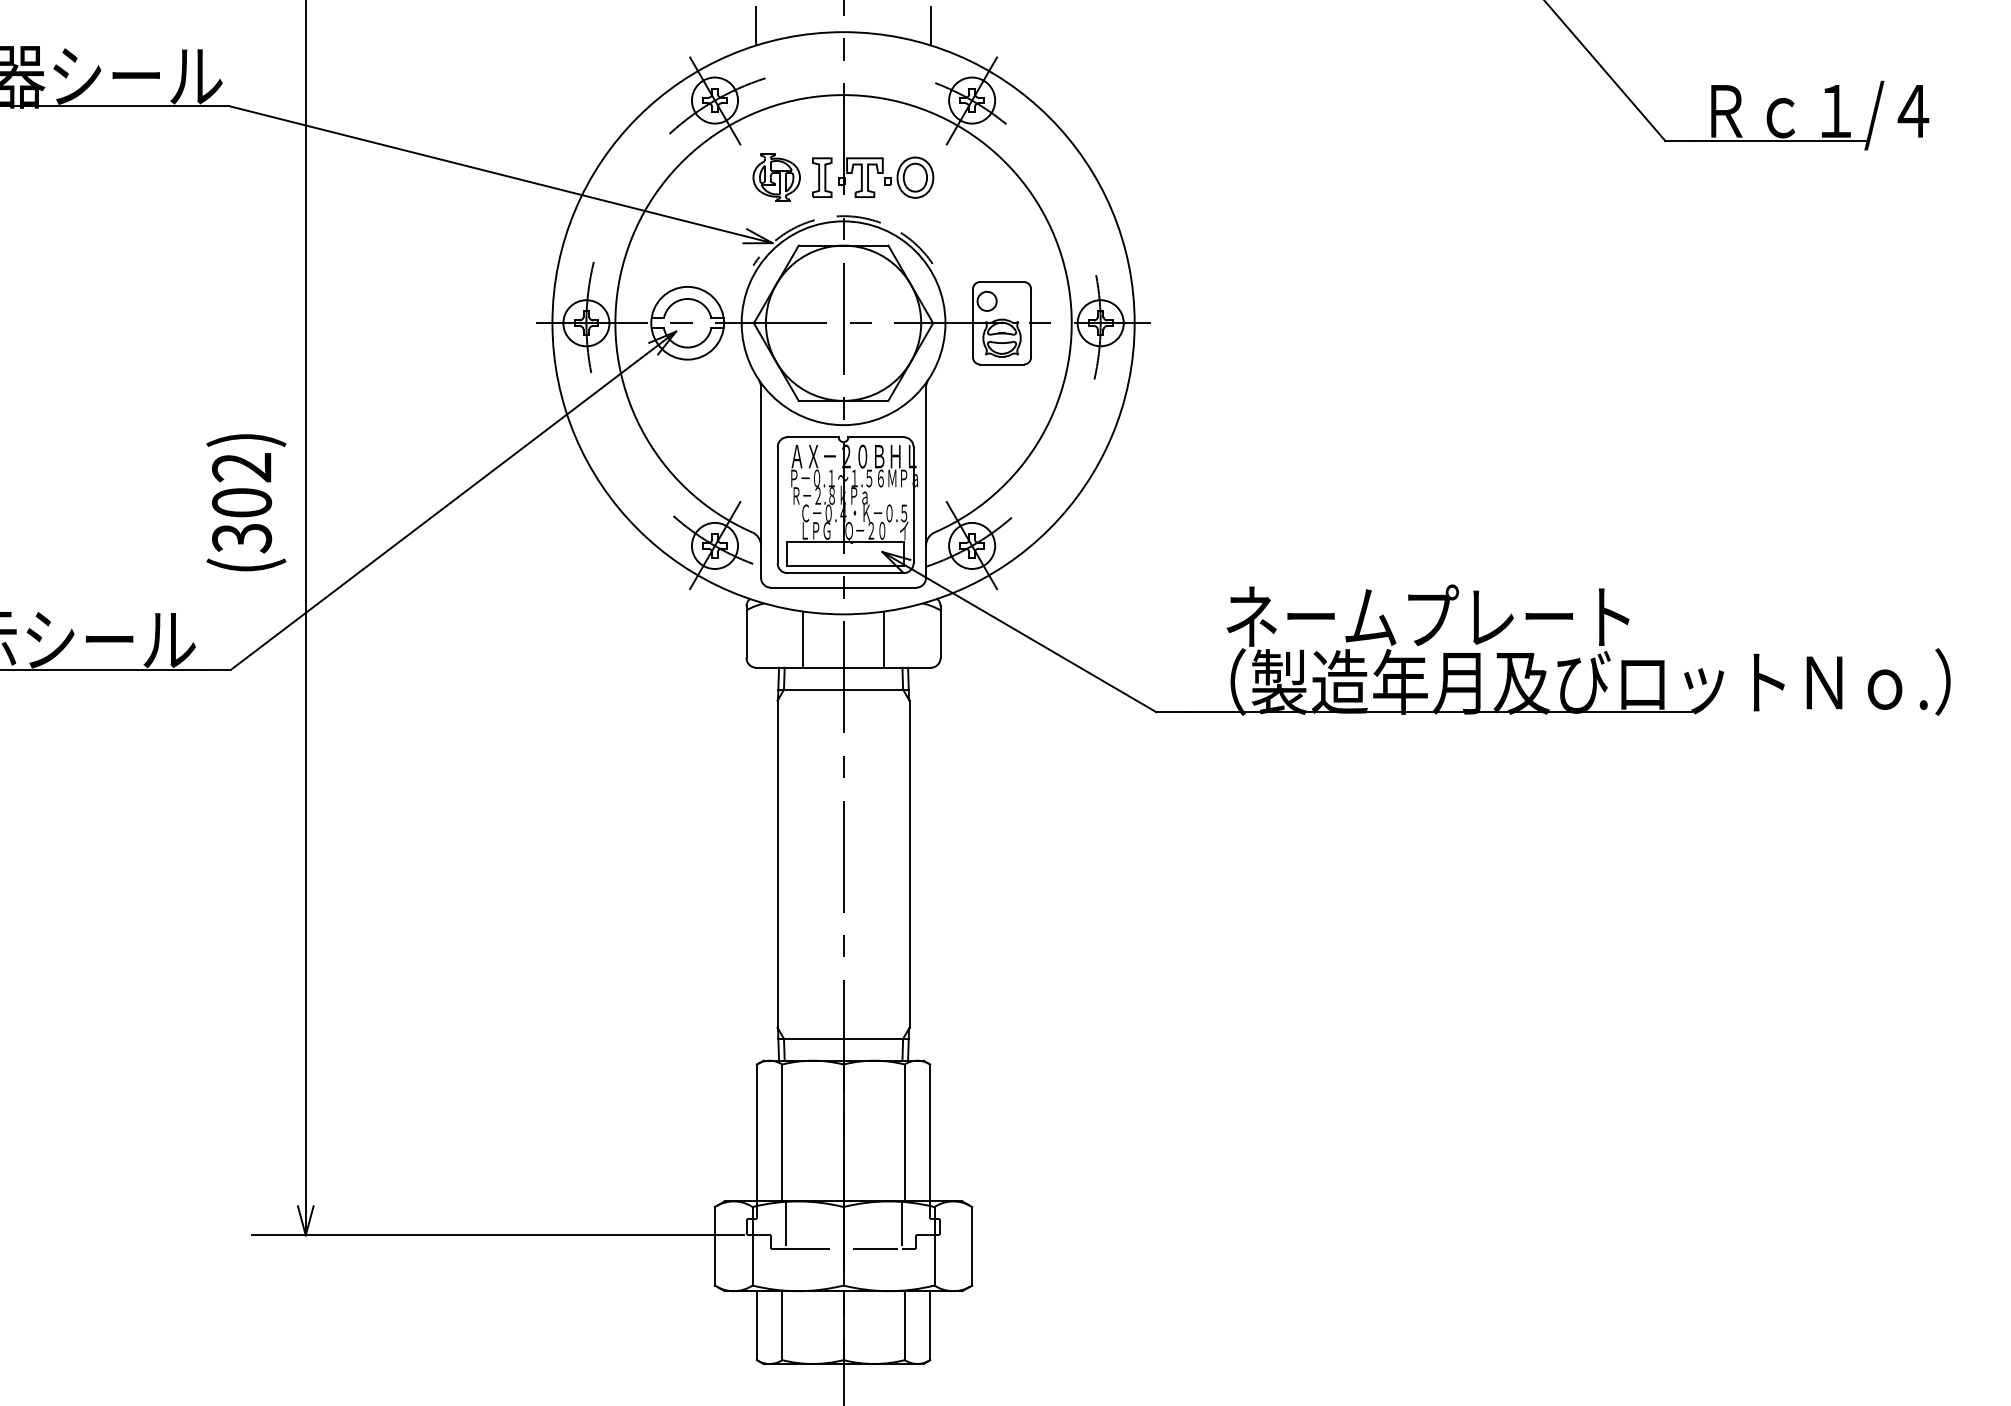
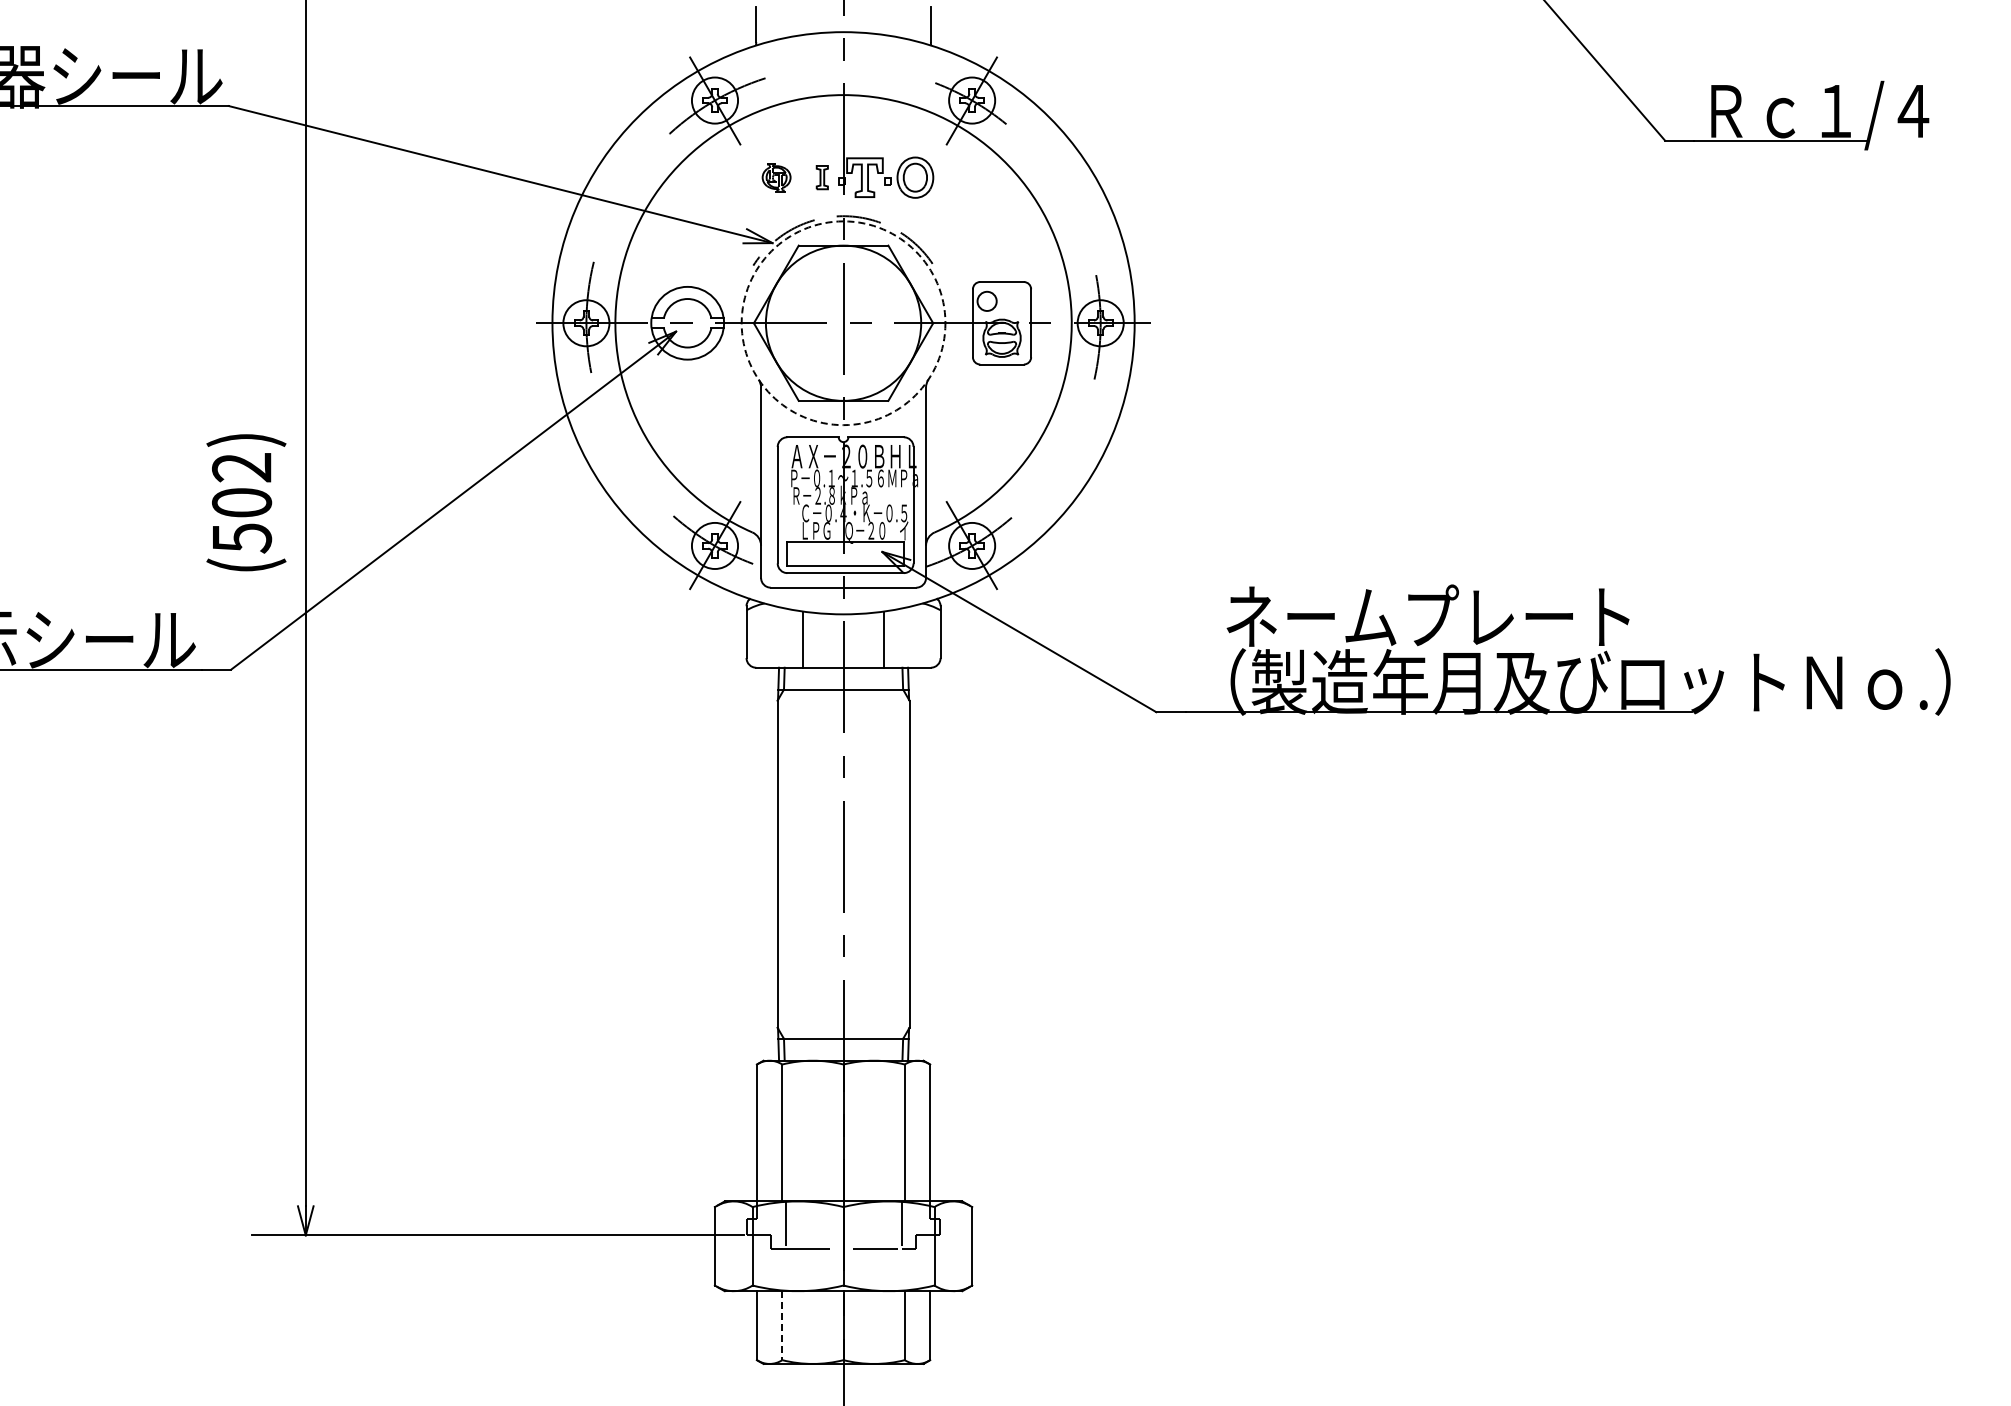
part at (776, 177) size: 49x49 px -> 31x30 px
part at (822, 177) size: 21x41 px -> 14x26 px
circle at (843, 323): solid -> dashed
text at (241, 538): (302) -> (502)
line at (782, 1326): solid -> dashed
